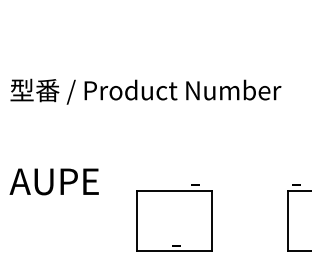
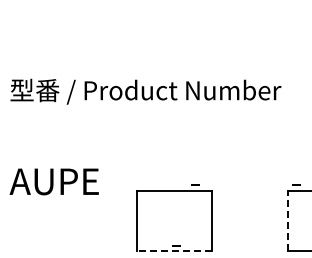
line at (287, 220): solid -> dashed
line at (174, 251): solid -> dashed
